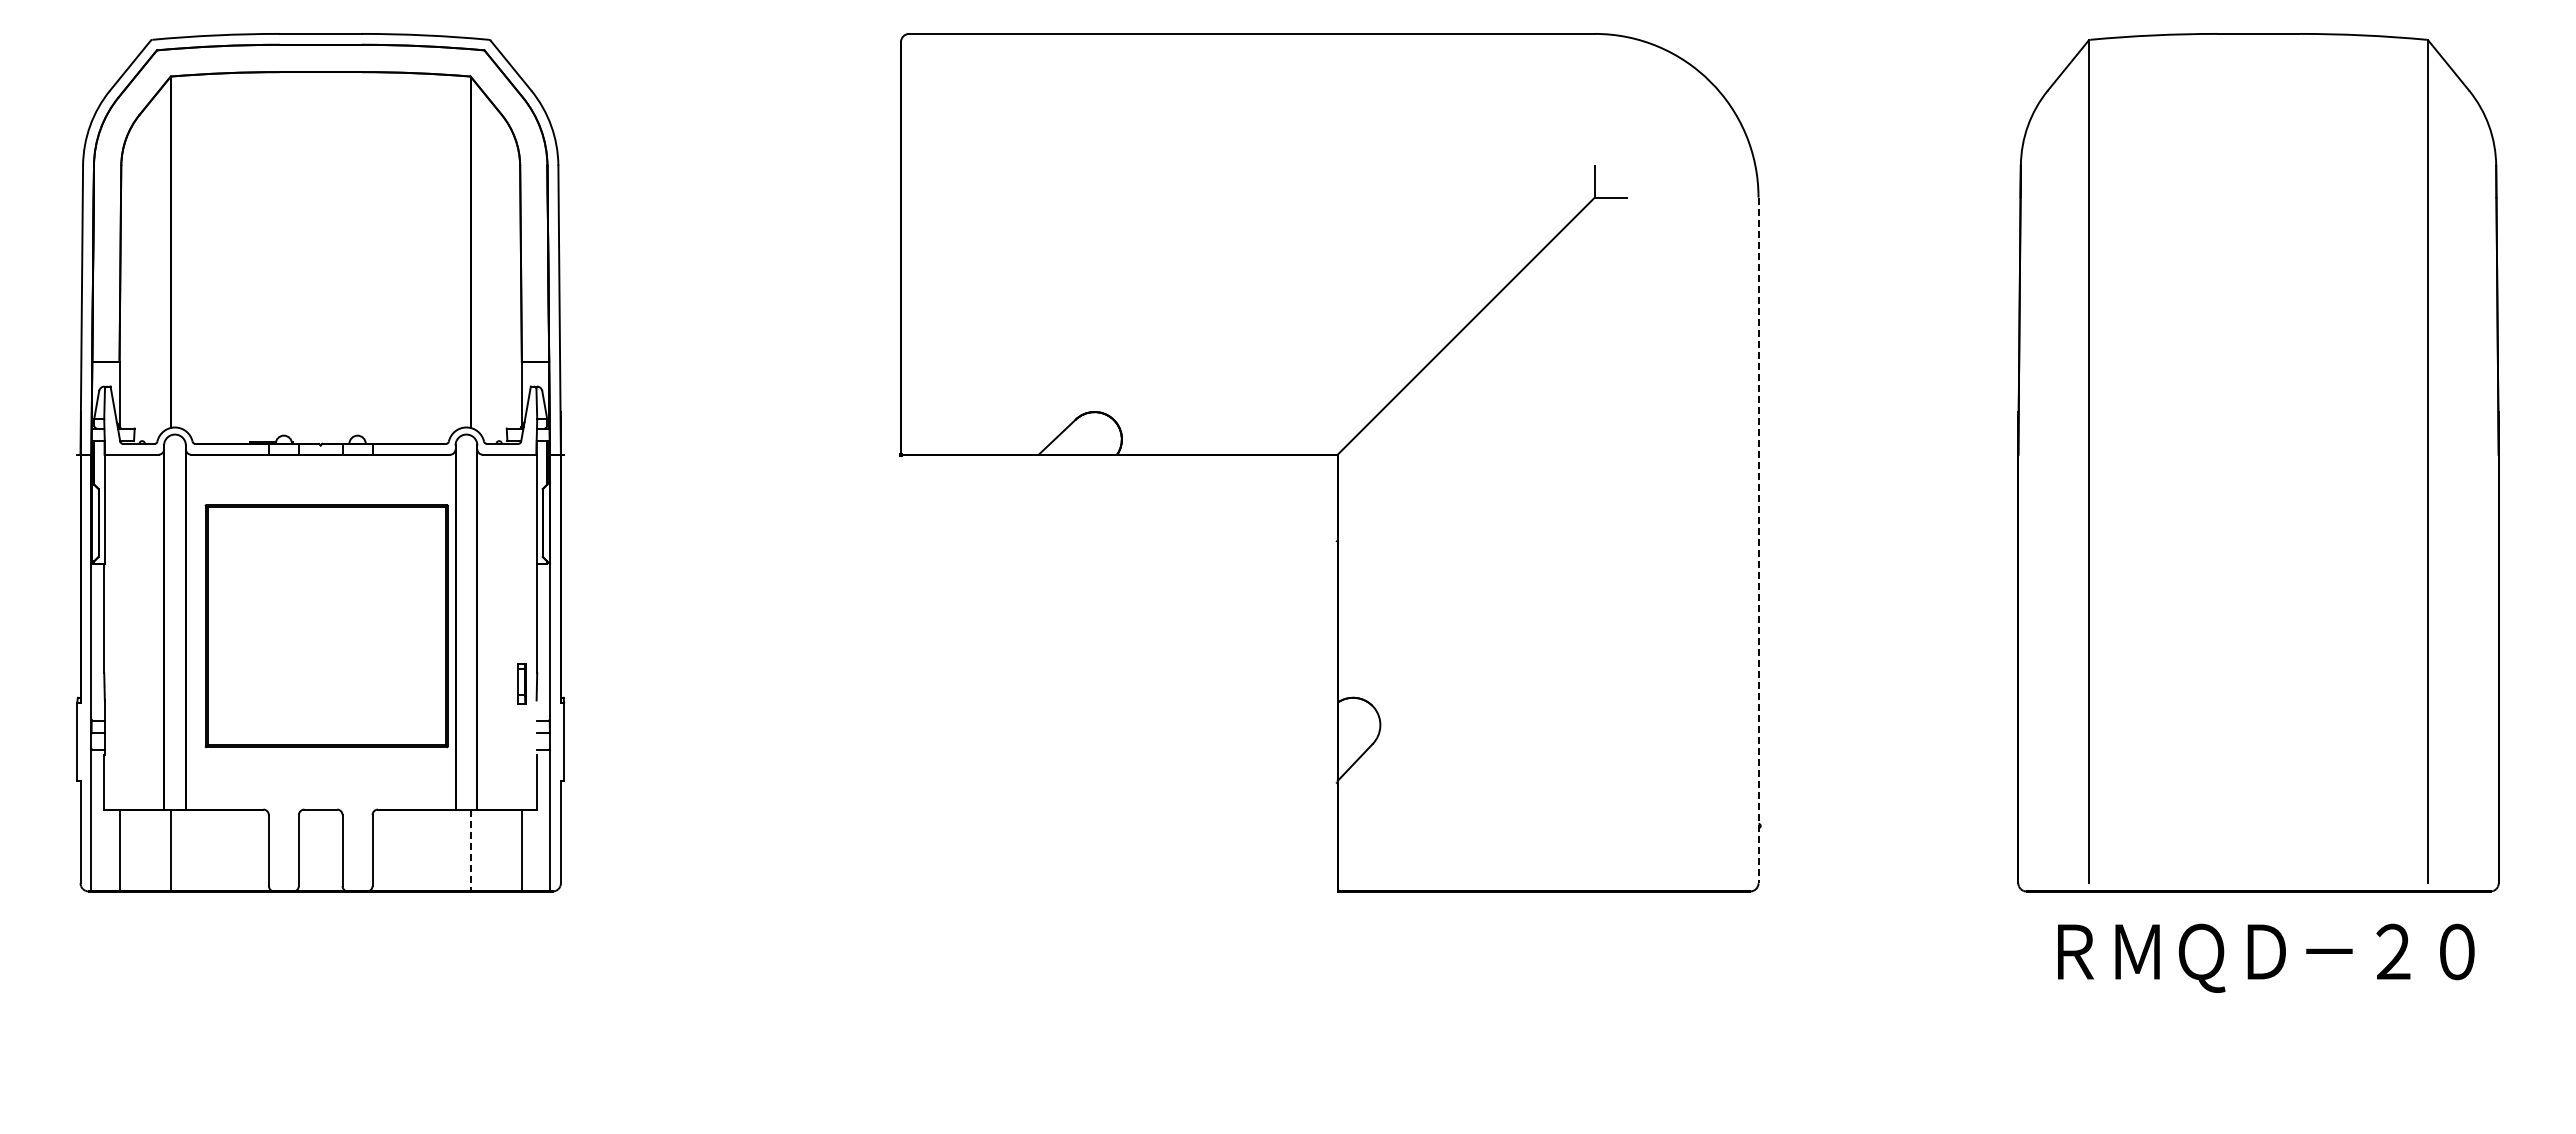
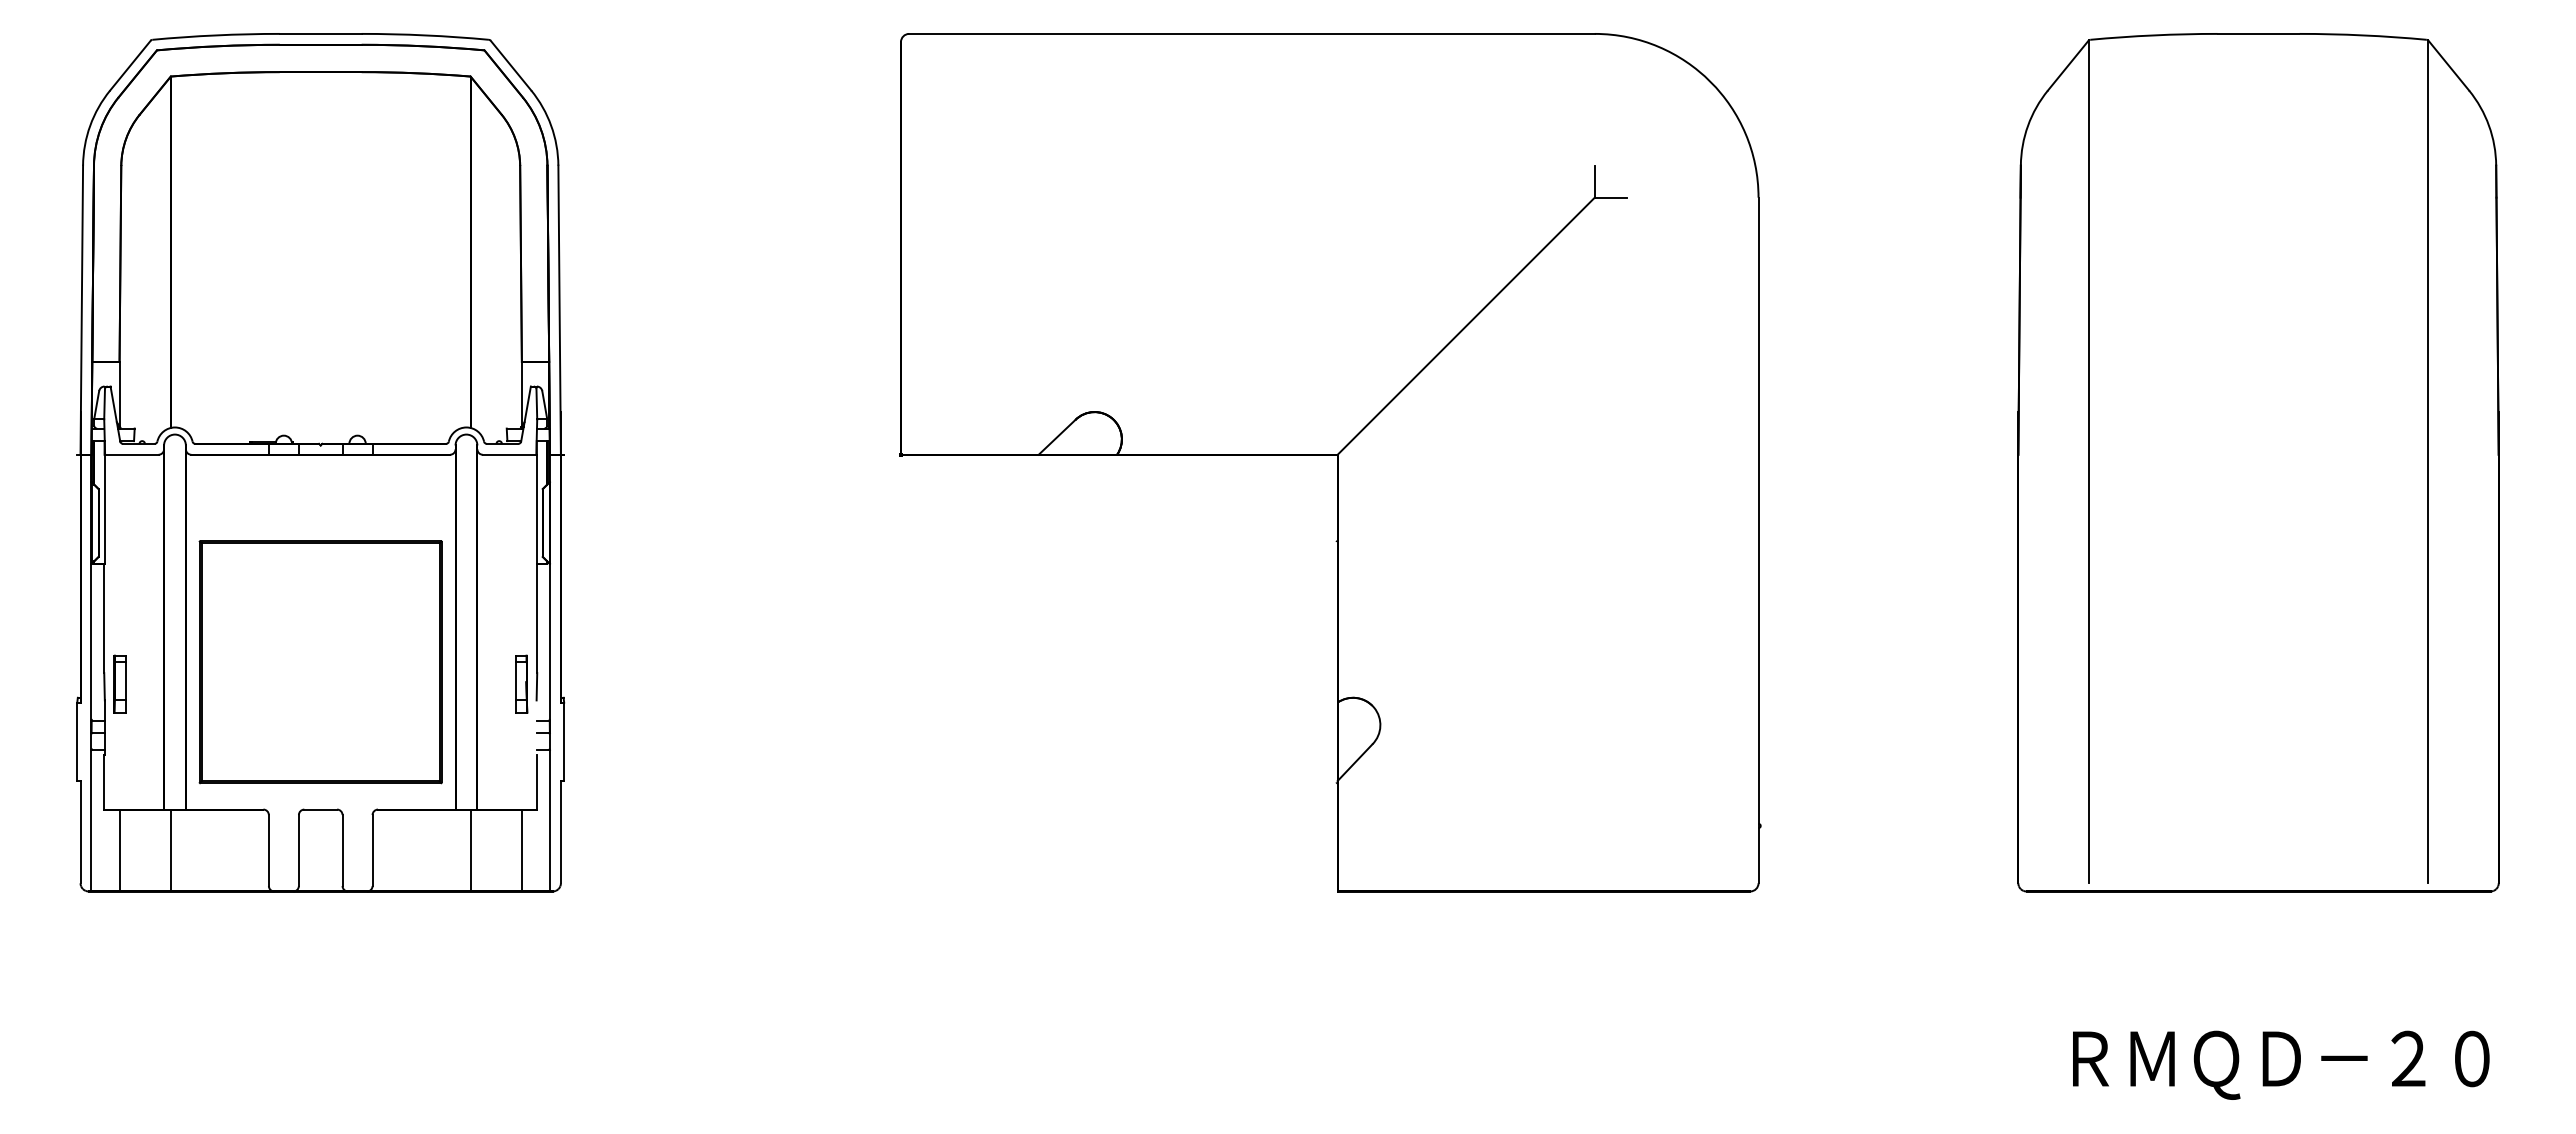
line at (1758, 540): dashed -> solid
part at (326, 626) position: (326, 626) -> (320, 662)
part at (119, 683): none -> present
part at (521, 683) size: 10x42 px -> 14x60 px
line at (470, 850): dashed -> solid
text at (2266, 957) position: (2266, 957) -> (2281, 1064)
